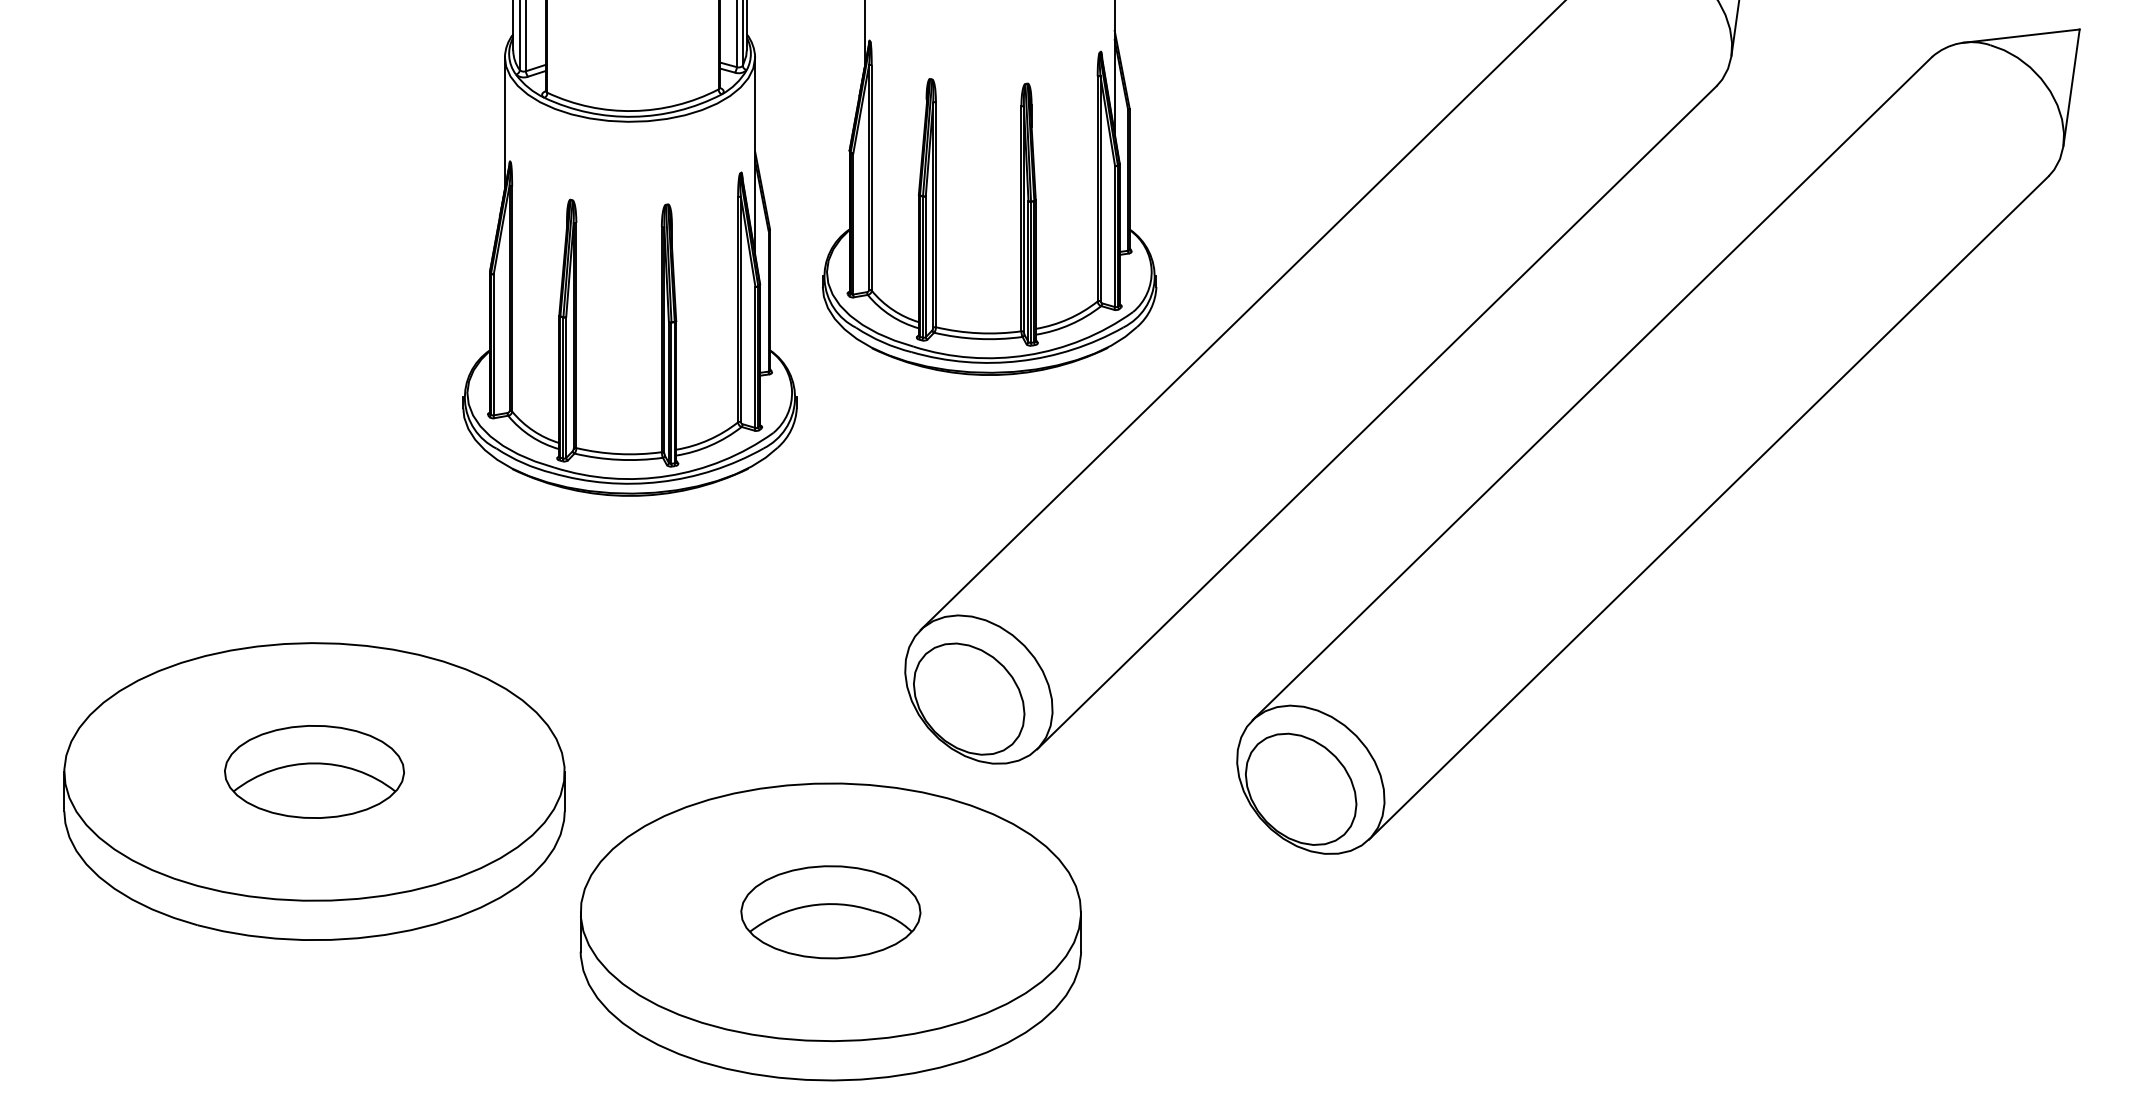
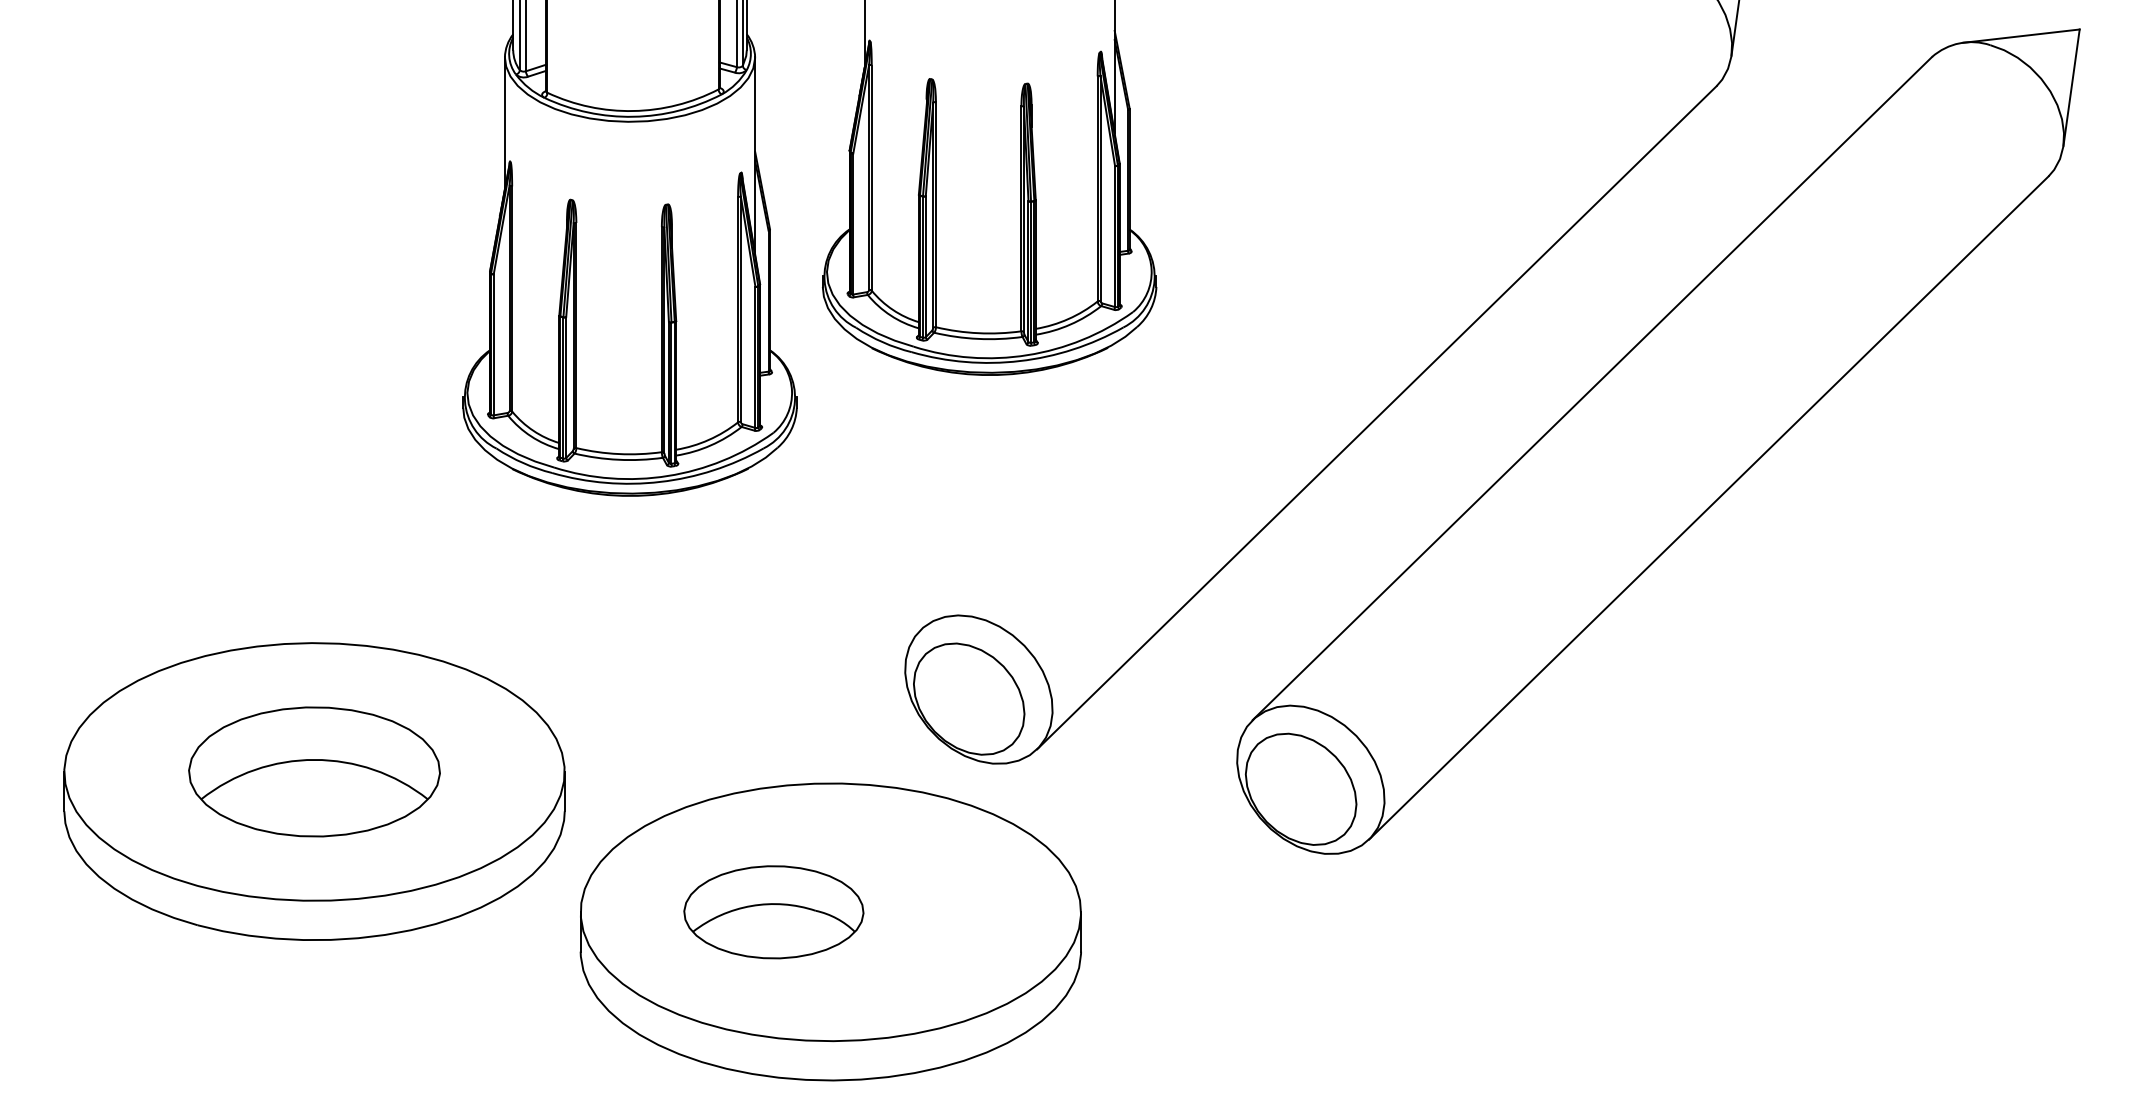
line at (1241, 315): present -> none
part at (314, 771) size: 181x94 px -> 253x132 px
part at (830, 912) position: (830, 912) -> (773, 912)
